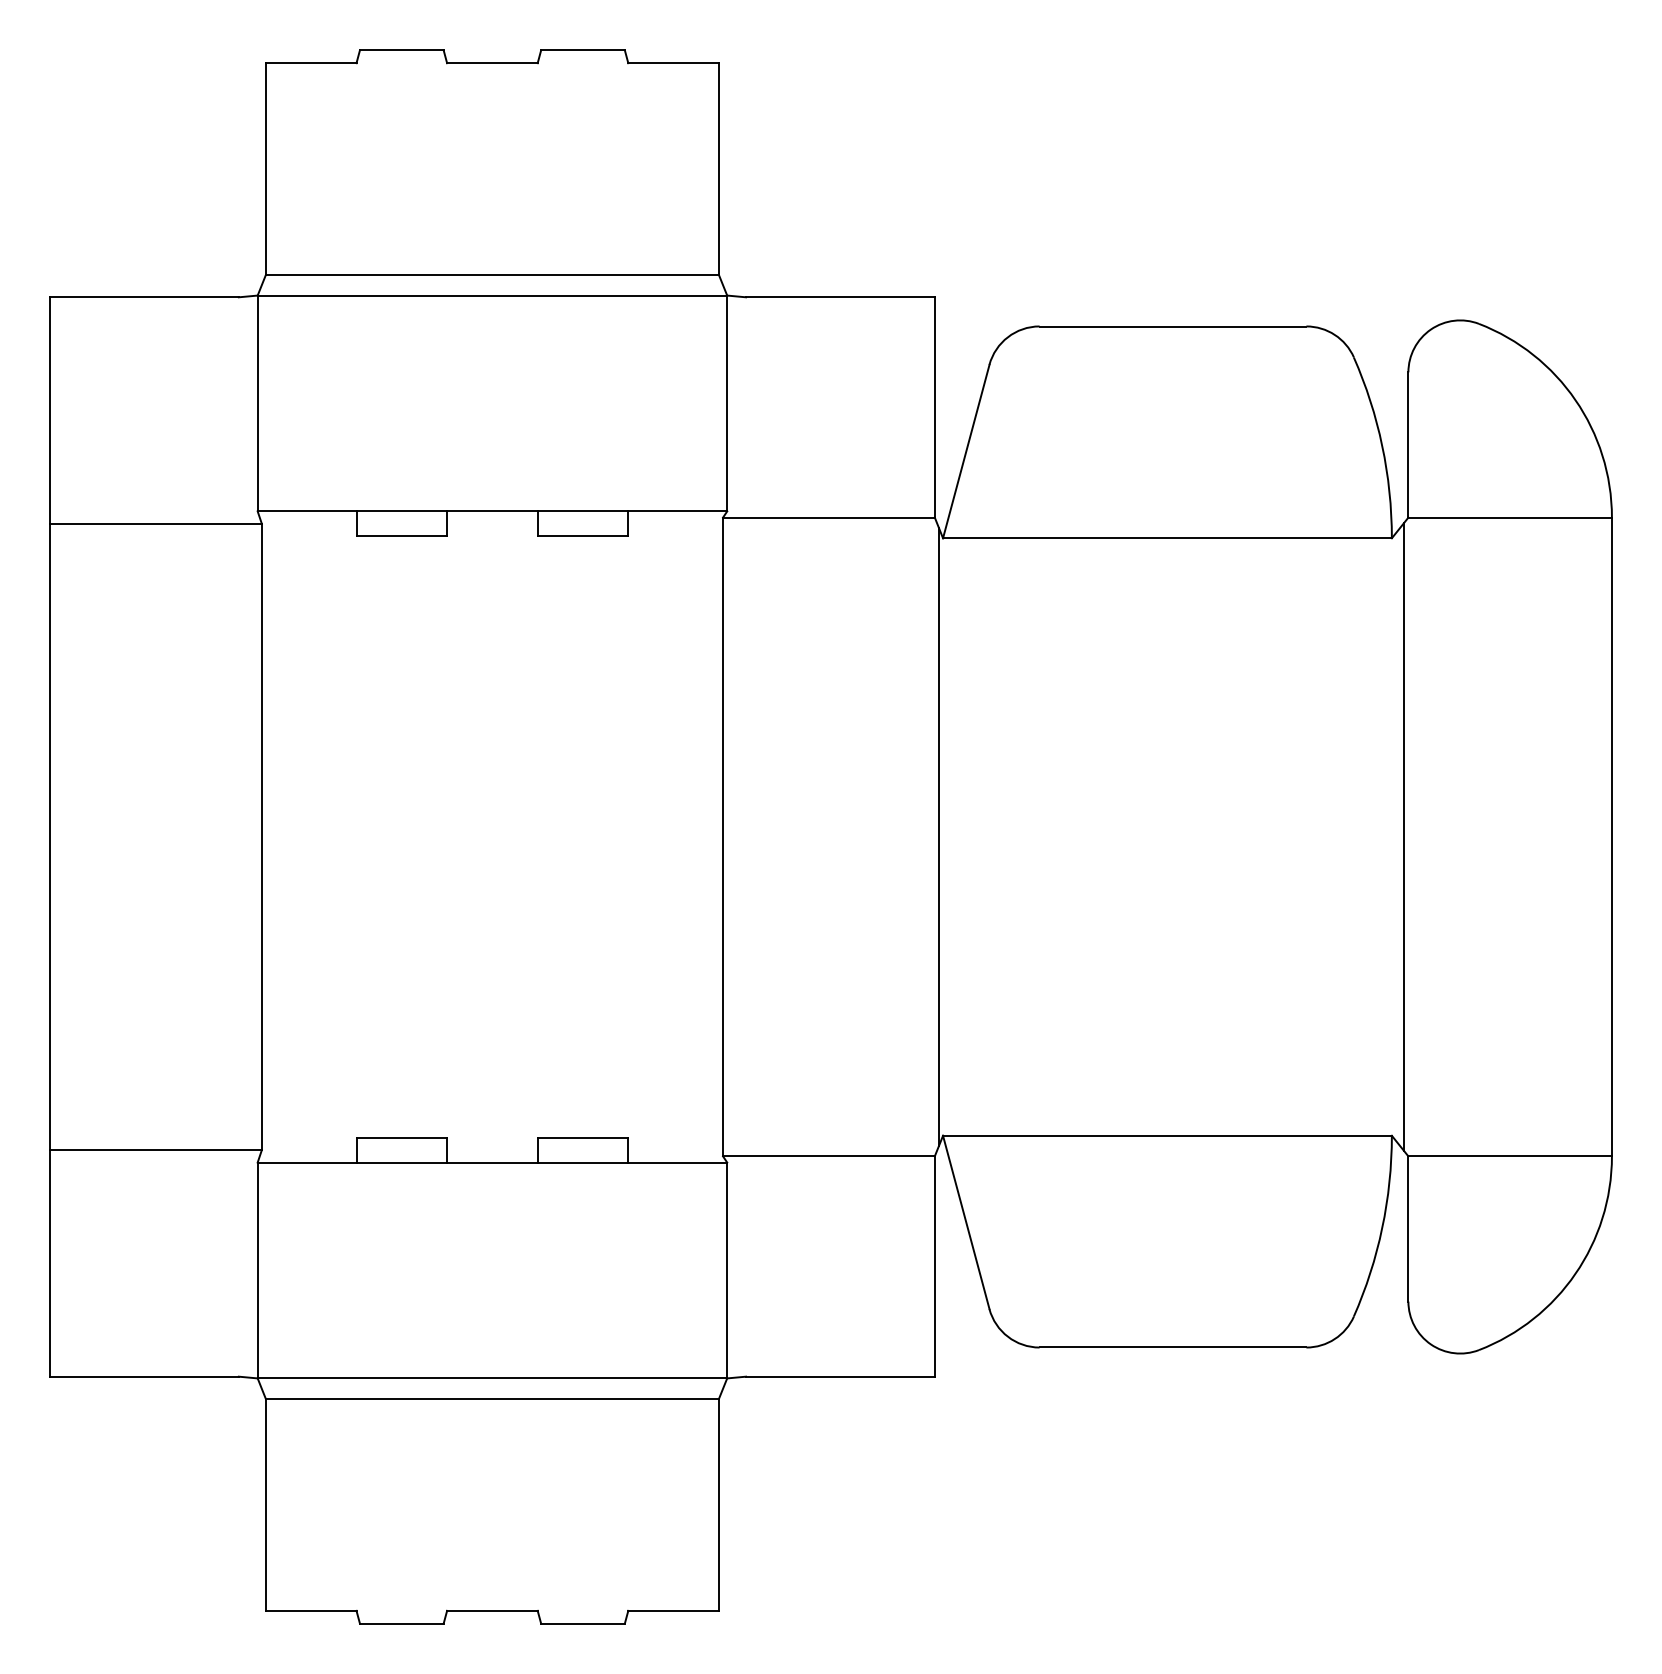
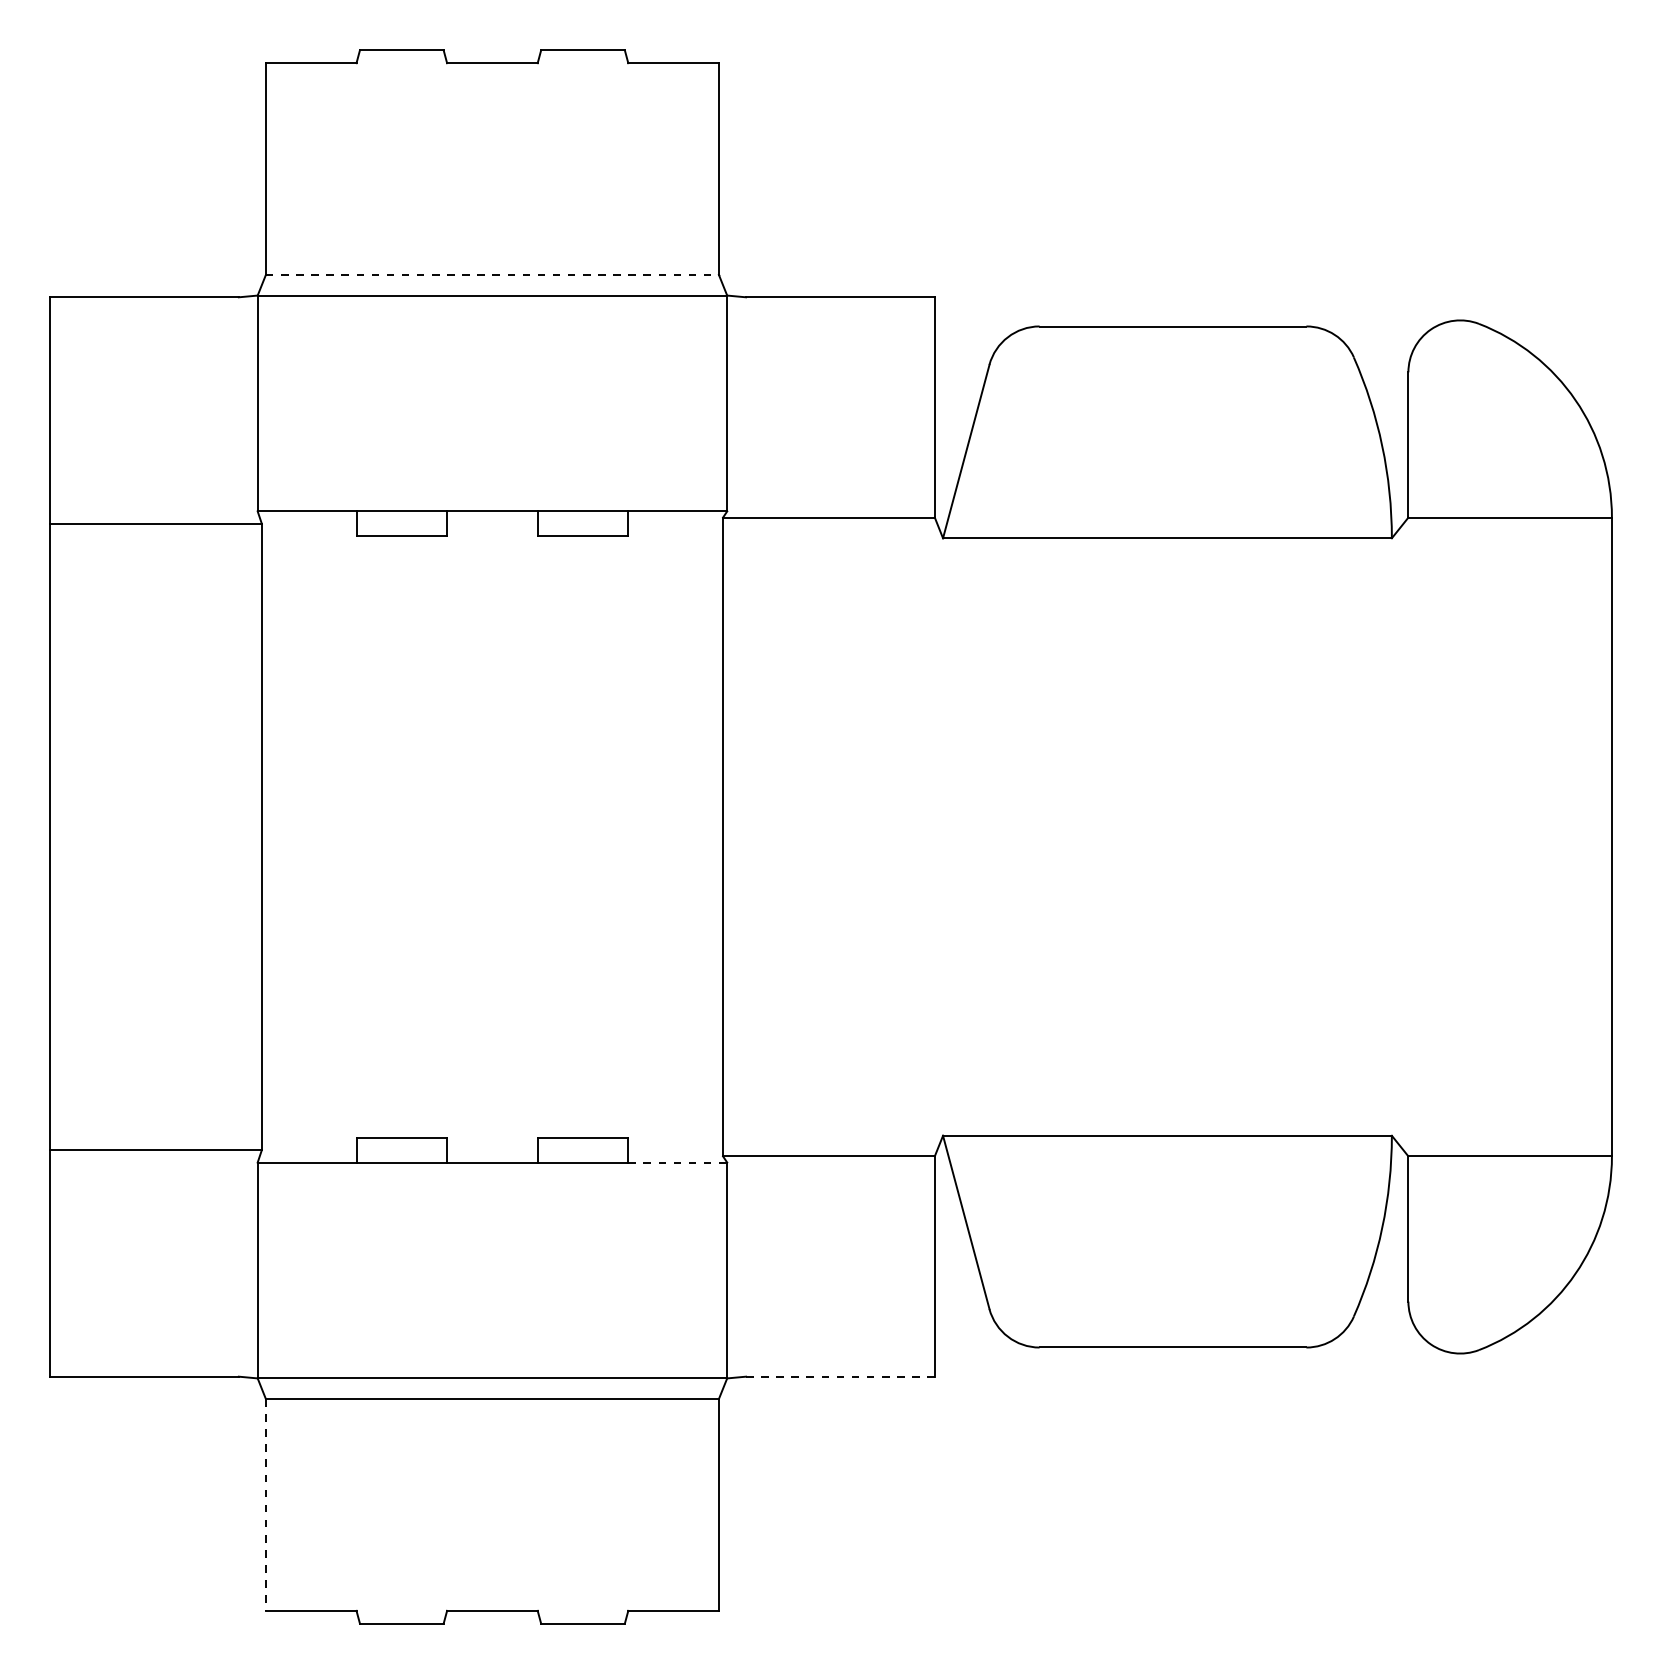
line at (492, 274): solid -> dashed
line at (938, 836): present -> none
line at (1404, 836): present -> none
line at (678, 1162): solid -> dashed
line at (839, 1376): solid -> dashed
line at (265, 1504): solid -> dashed
